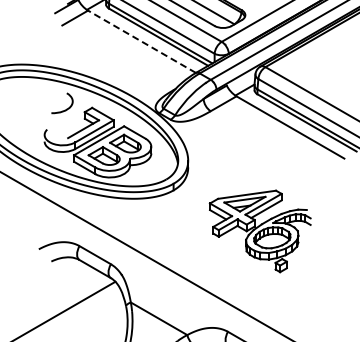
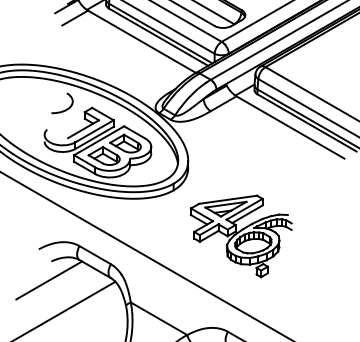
line at (141, 41): dashed -> solid
part at (259, 231) position: (259, 231) -> (240, 236)
line at (49, 280): none -> present
